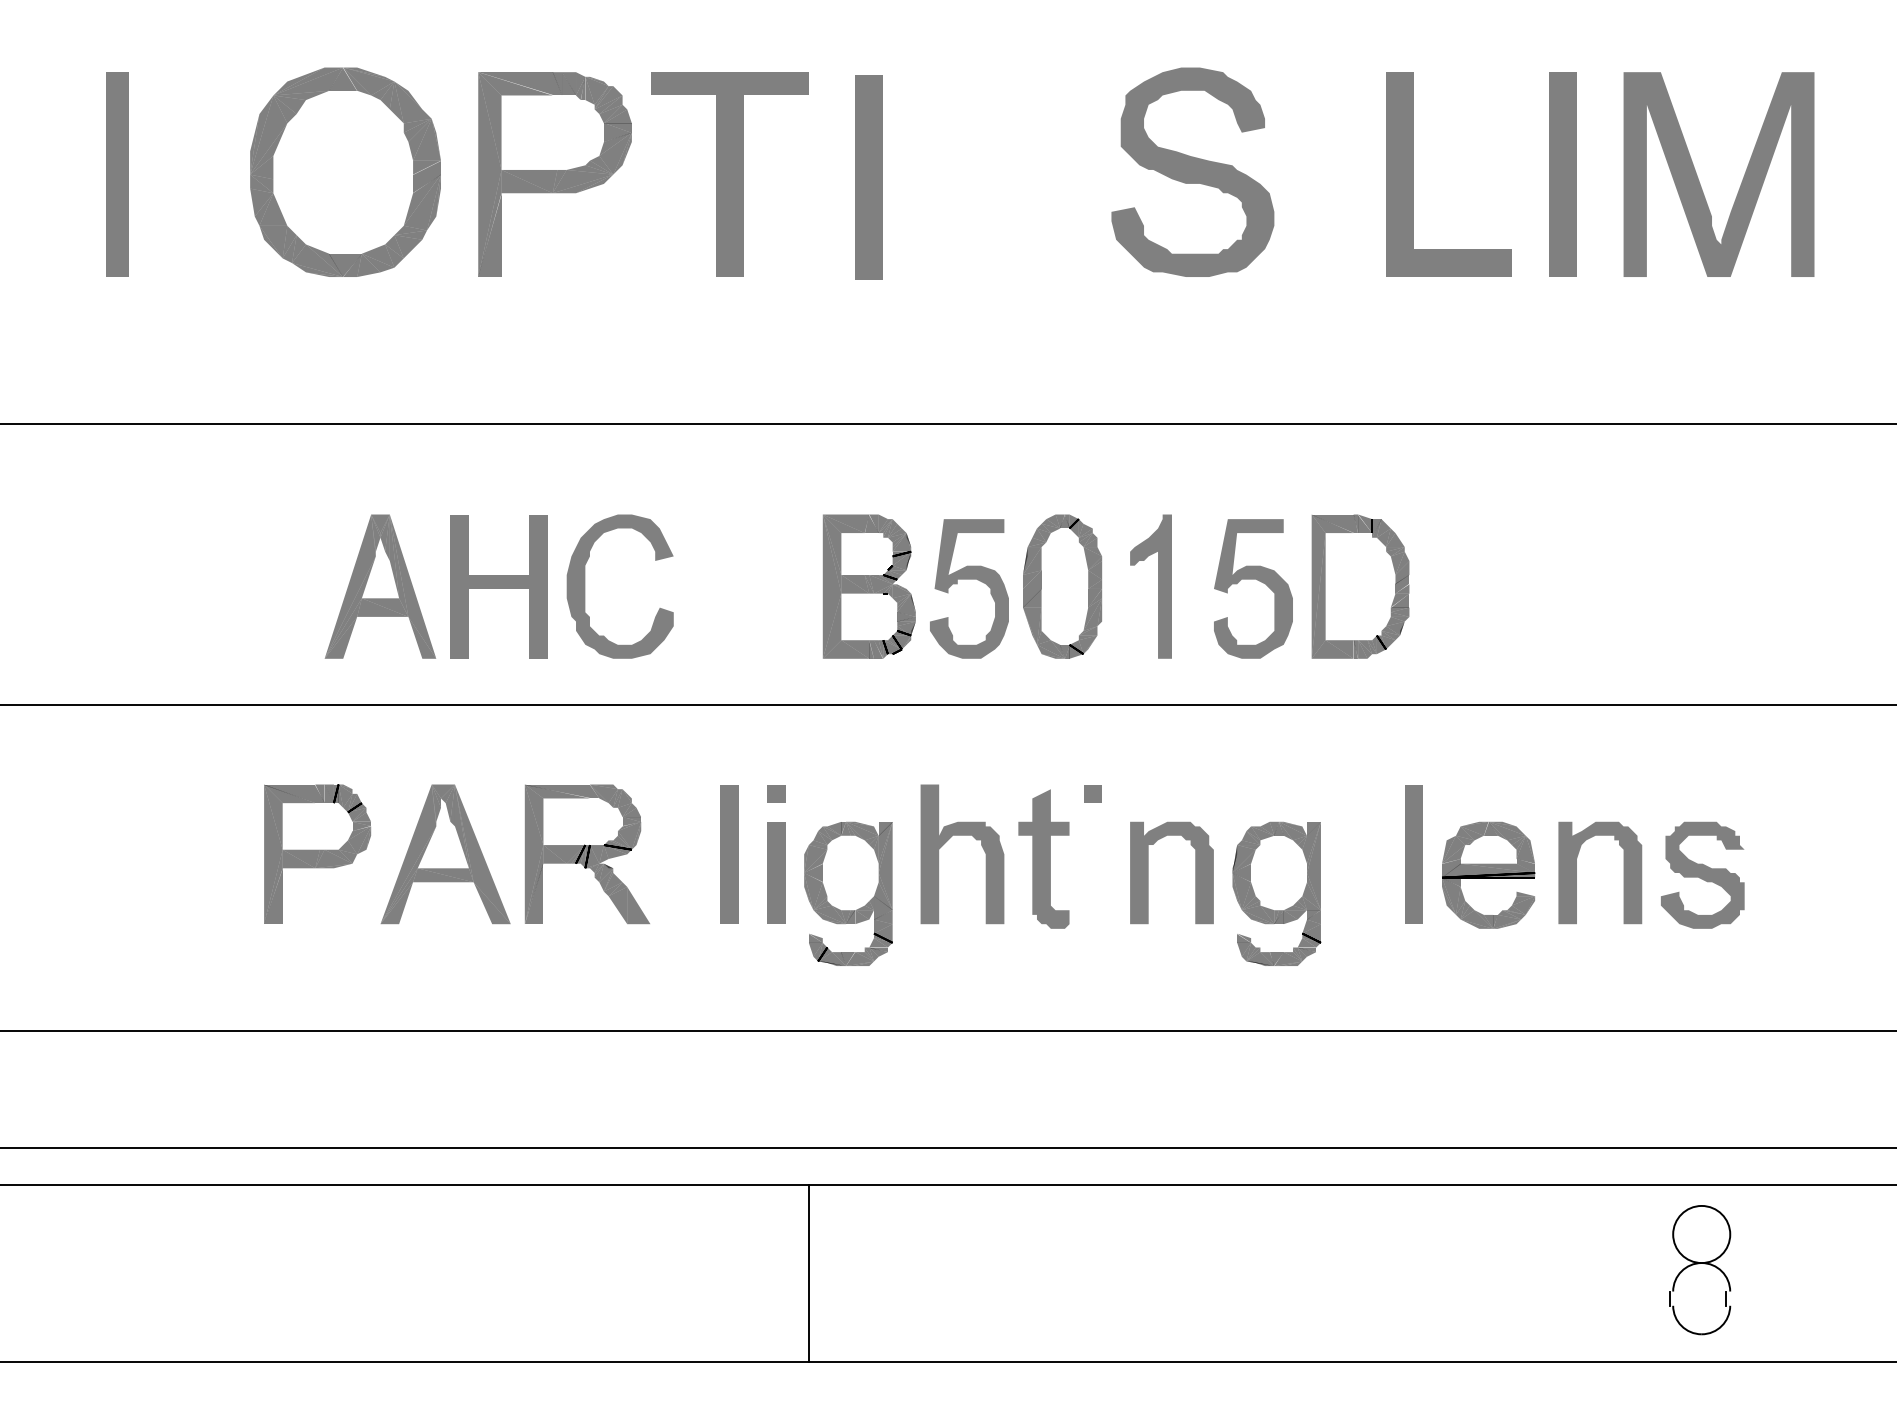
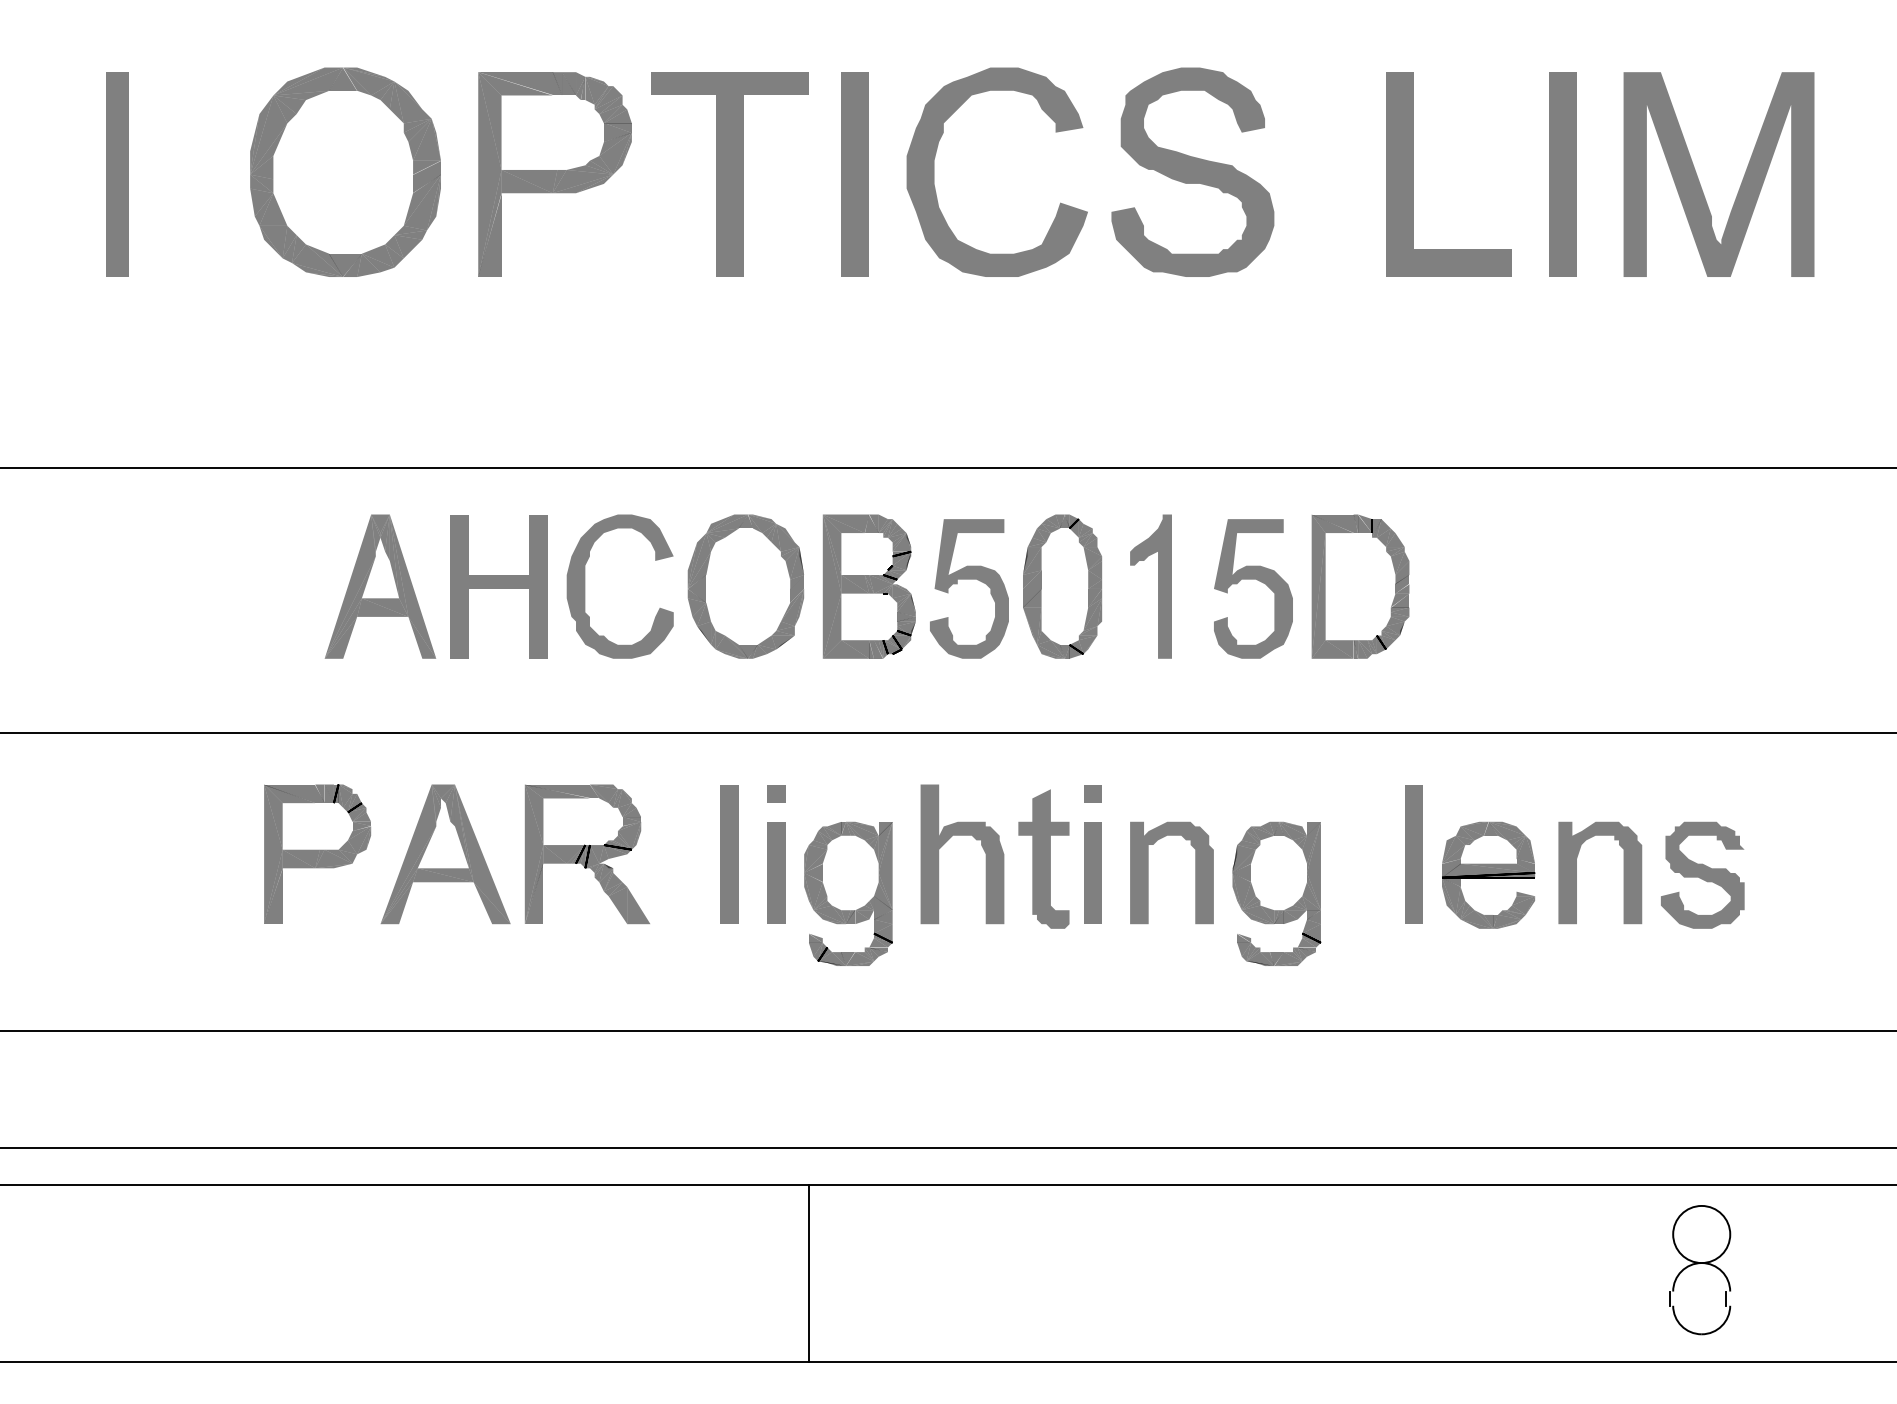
fill at (997, 172): none -> present
part at (868, 177) position: (868, 177) -> (854, 174)
line at (947, 423) position: (947, 423) -> (947, 467)
part at (745, 586): none -> present
line at (947, 705) position: (947, 705) -> (947, 733)
fill at (1092, 872): none -> present
